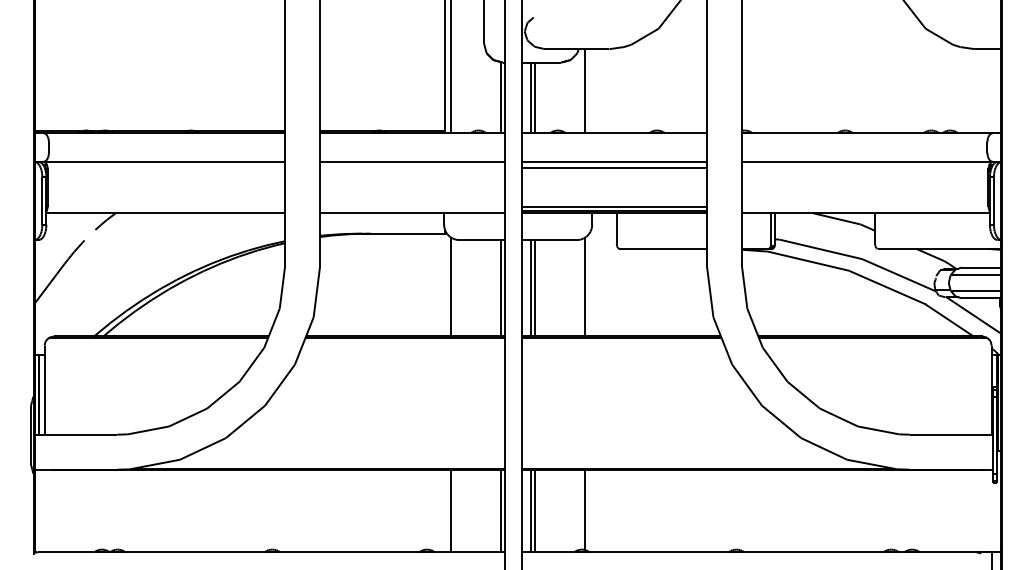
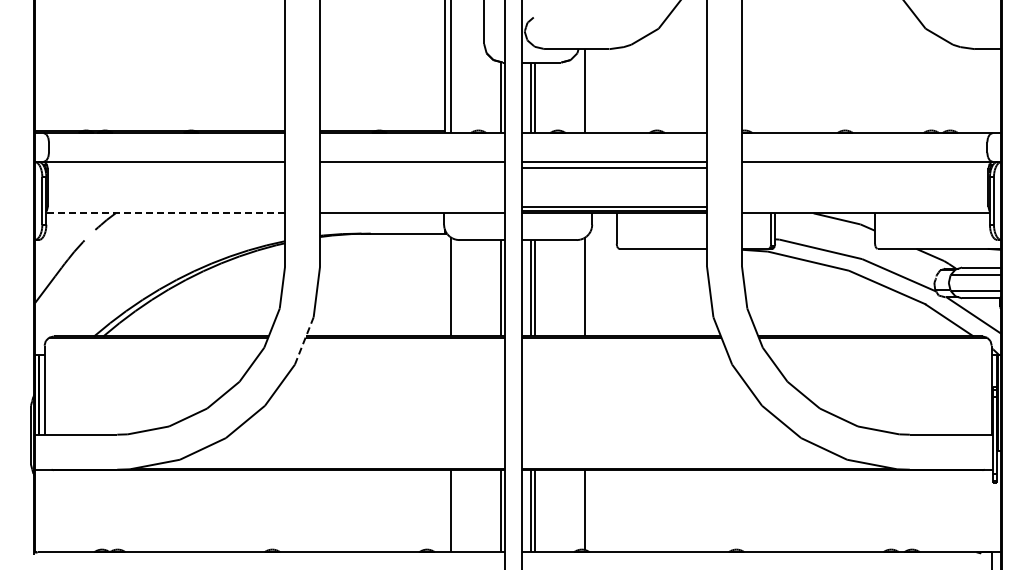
line at (165, 213): solid -> dashed
line at (304, 340): solid -> dashed
